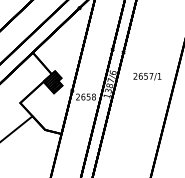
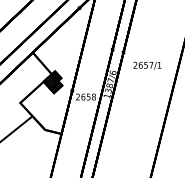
text at (147, 76) position: (147, 76) -> (147, 65)
